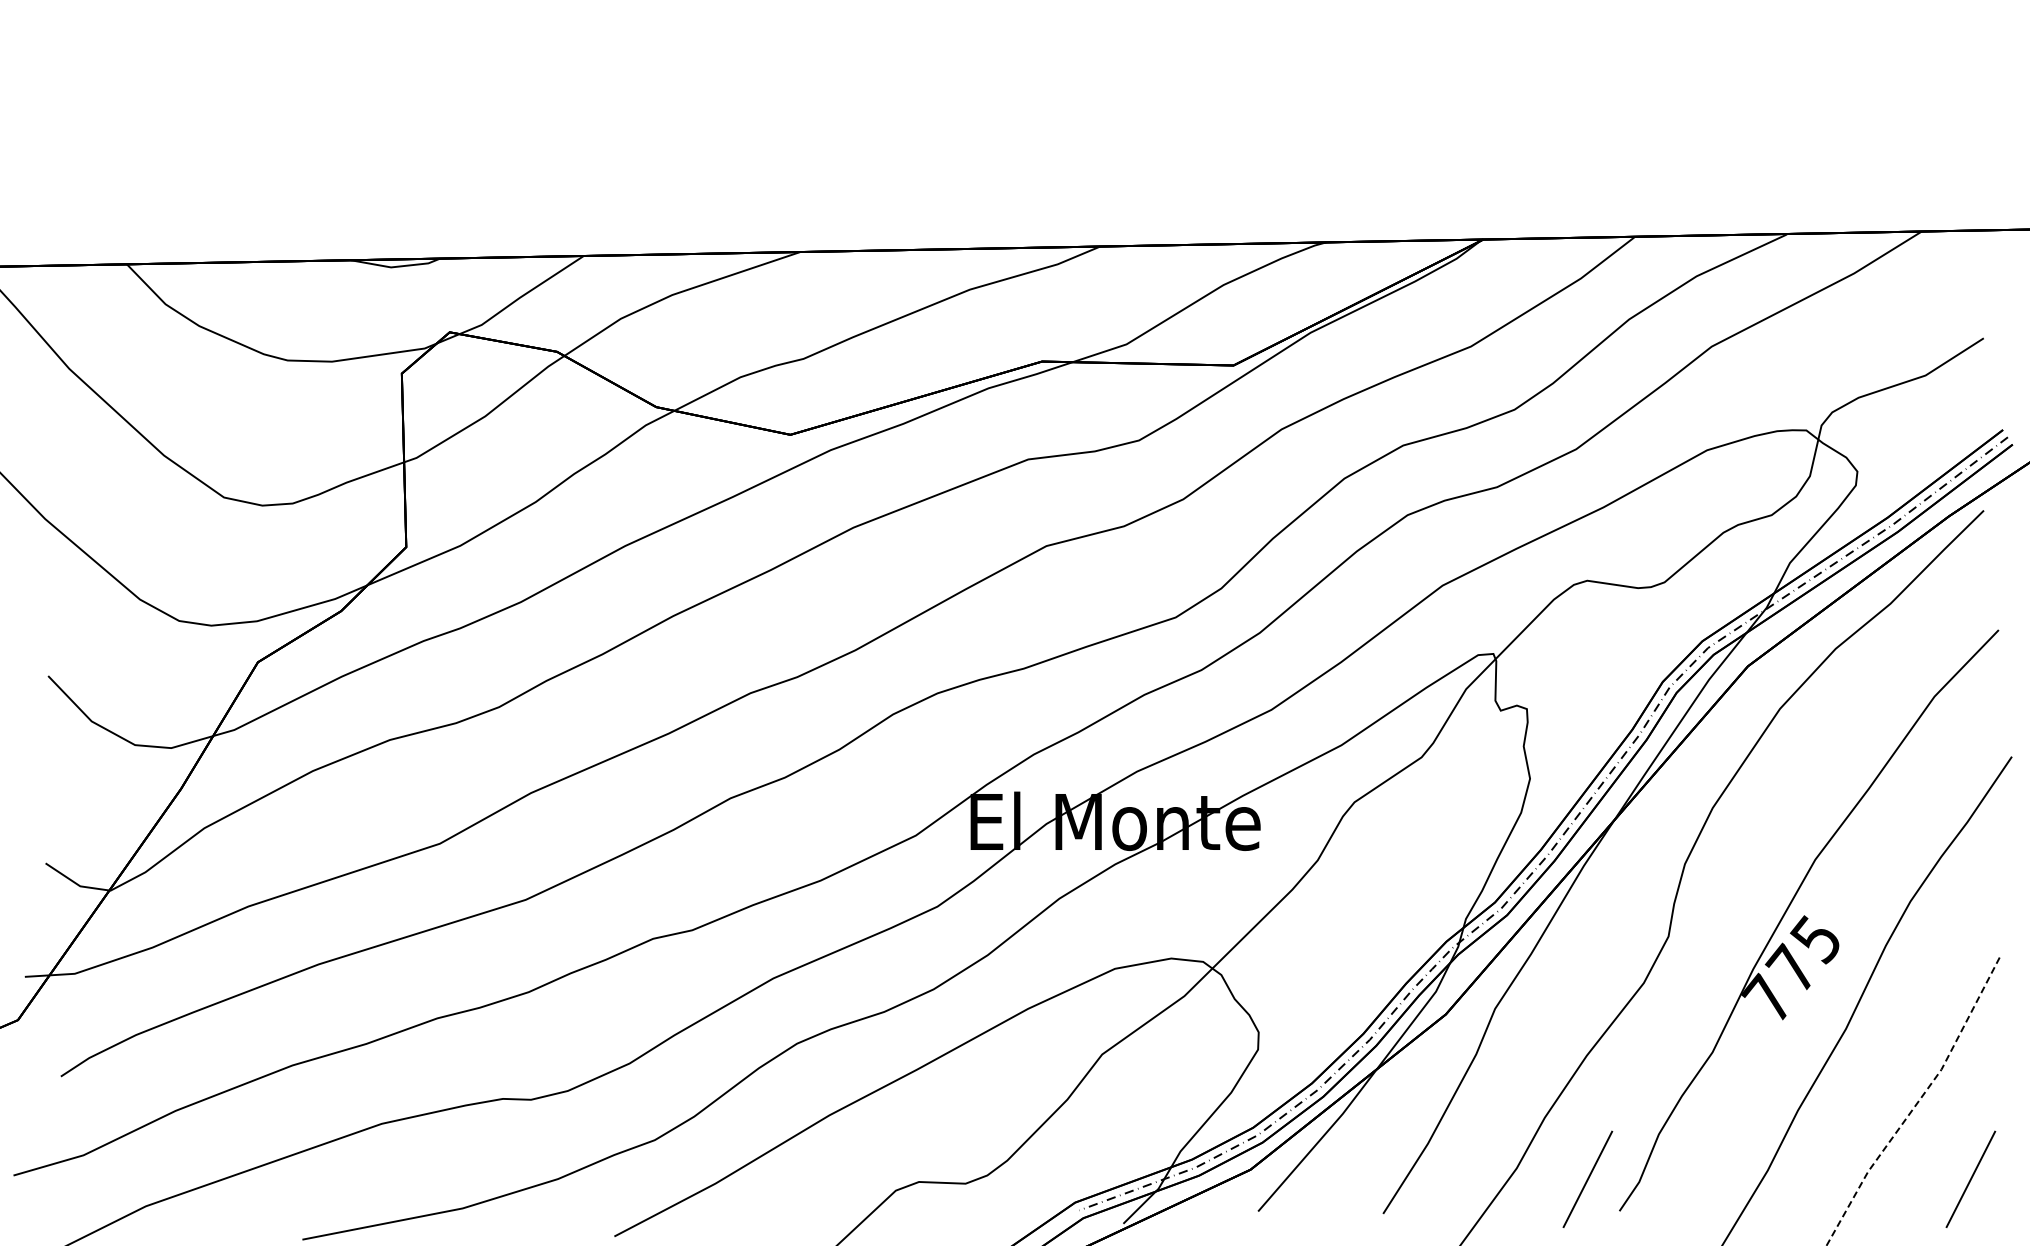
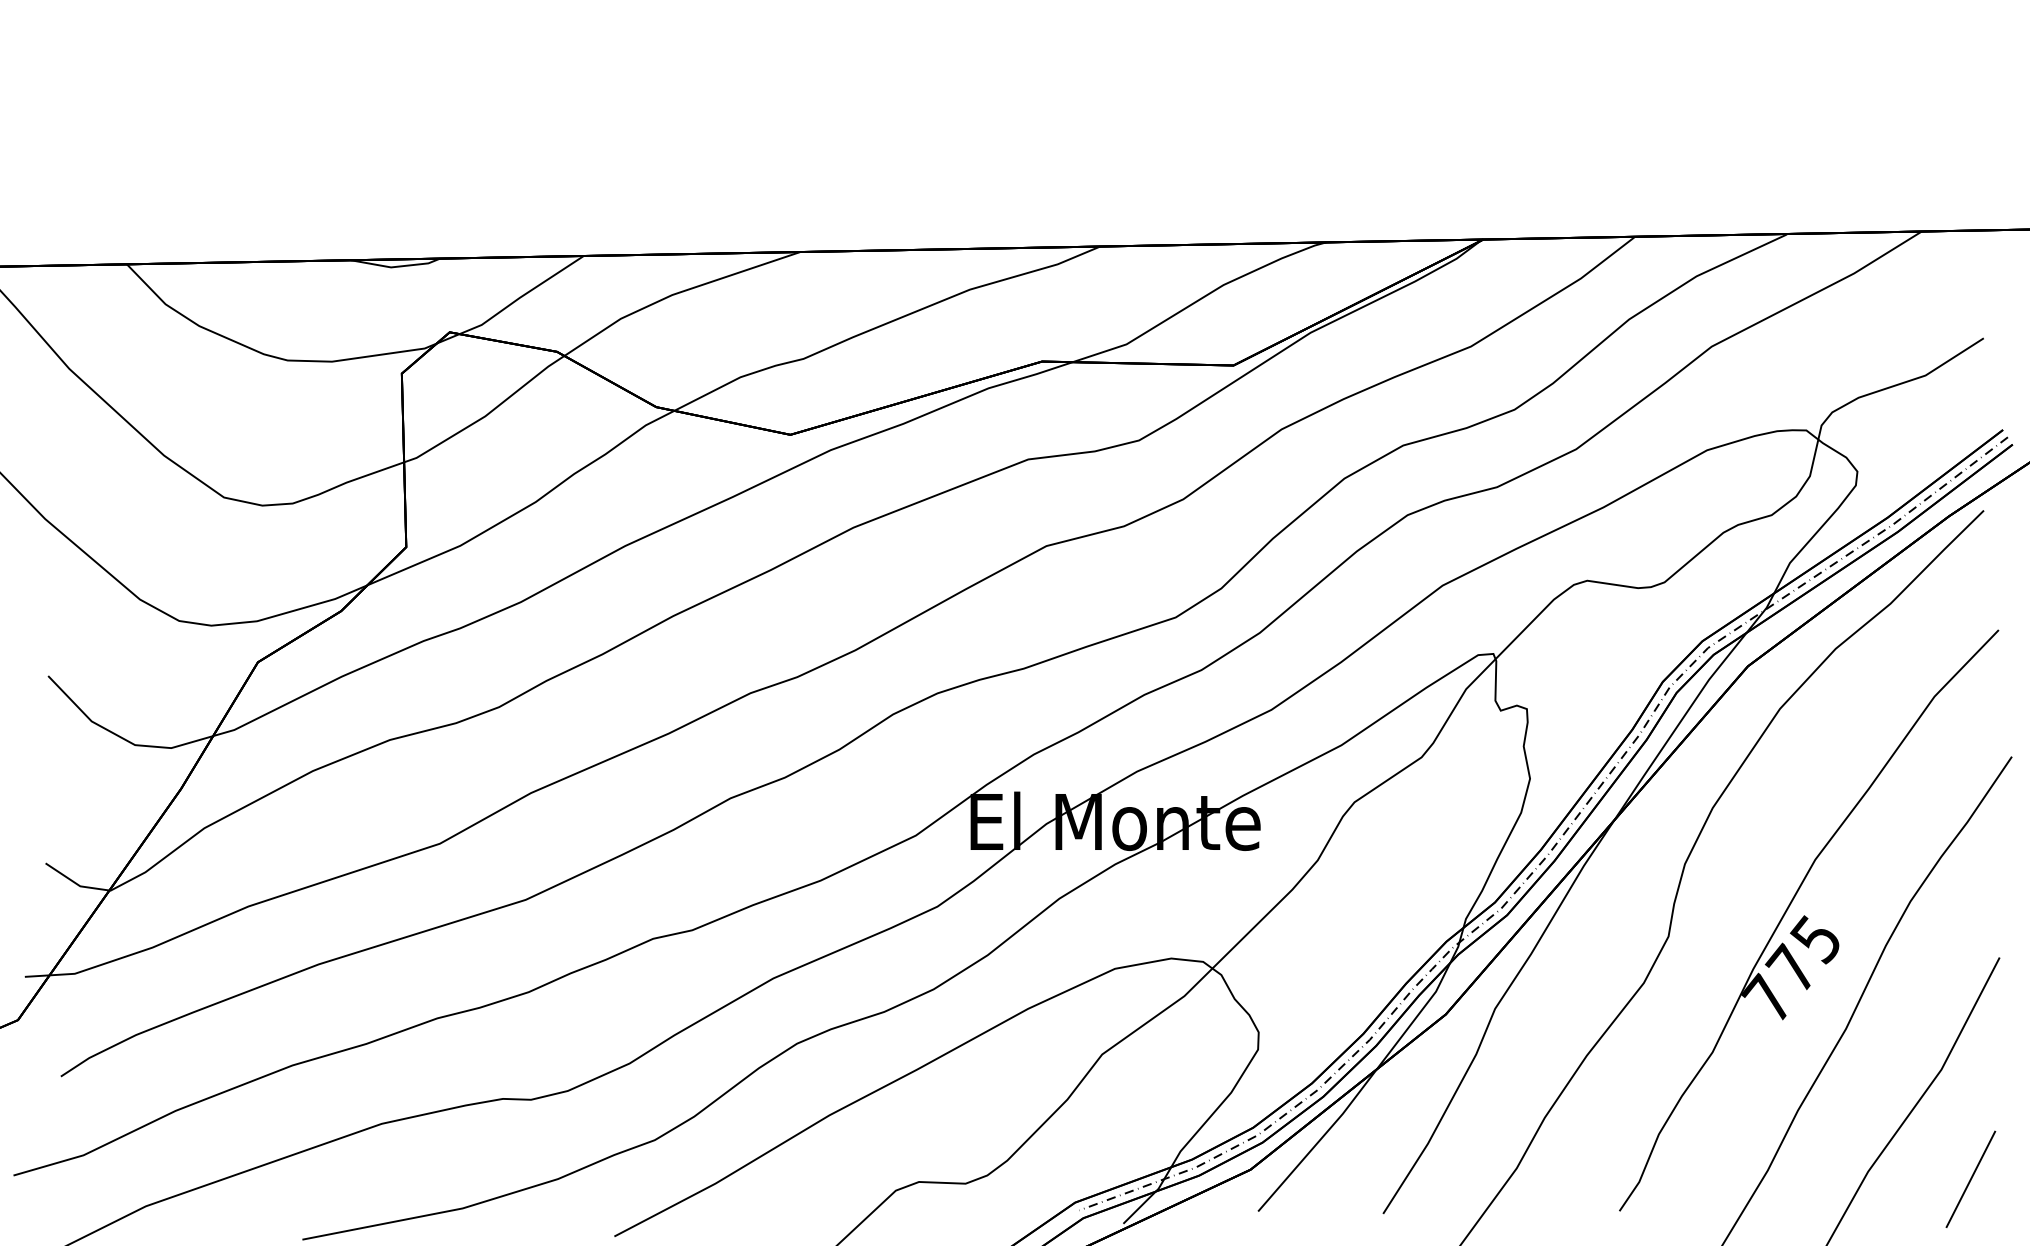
line at (1917, 1103): dashed -> solid
line at (1587, 1178): present -> none
